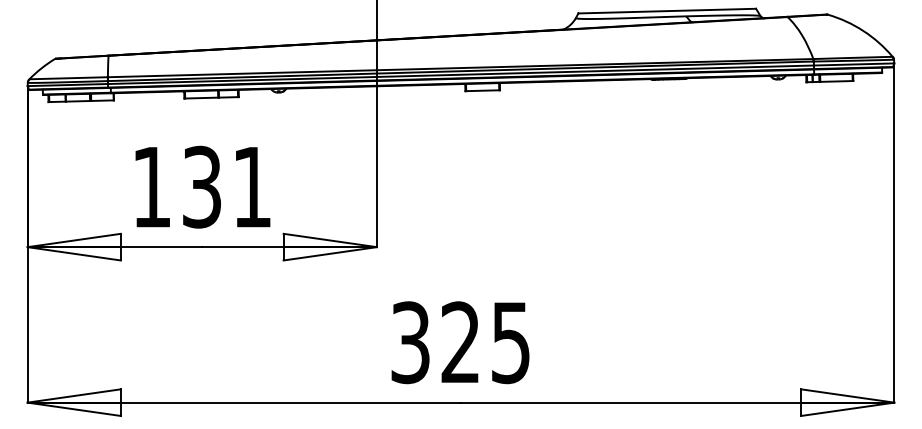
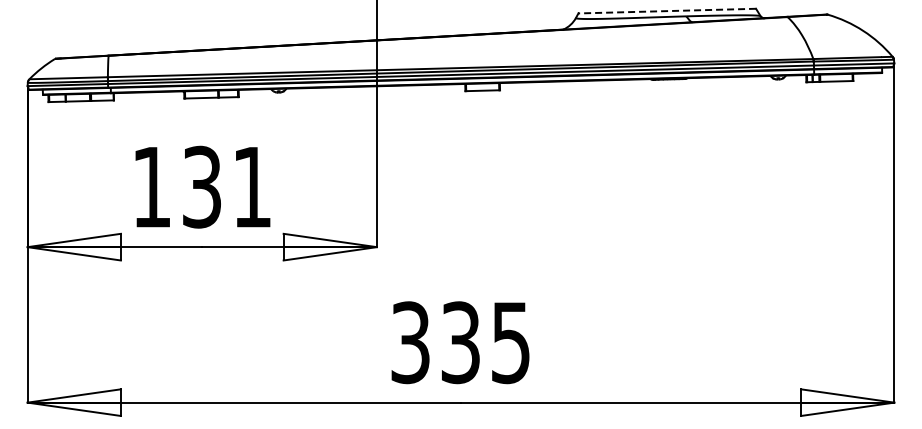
line at (667, 11): solid -> dashed
text at (460, 342): 325 -> 335
